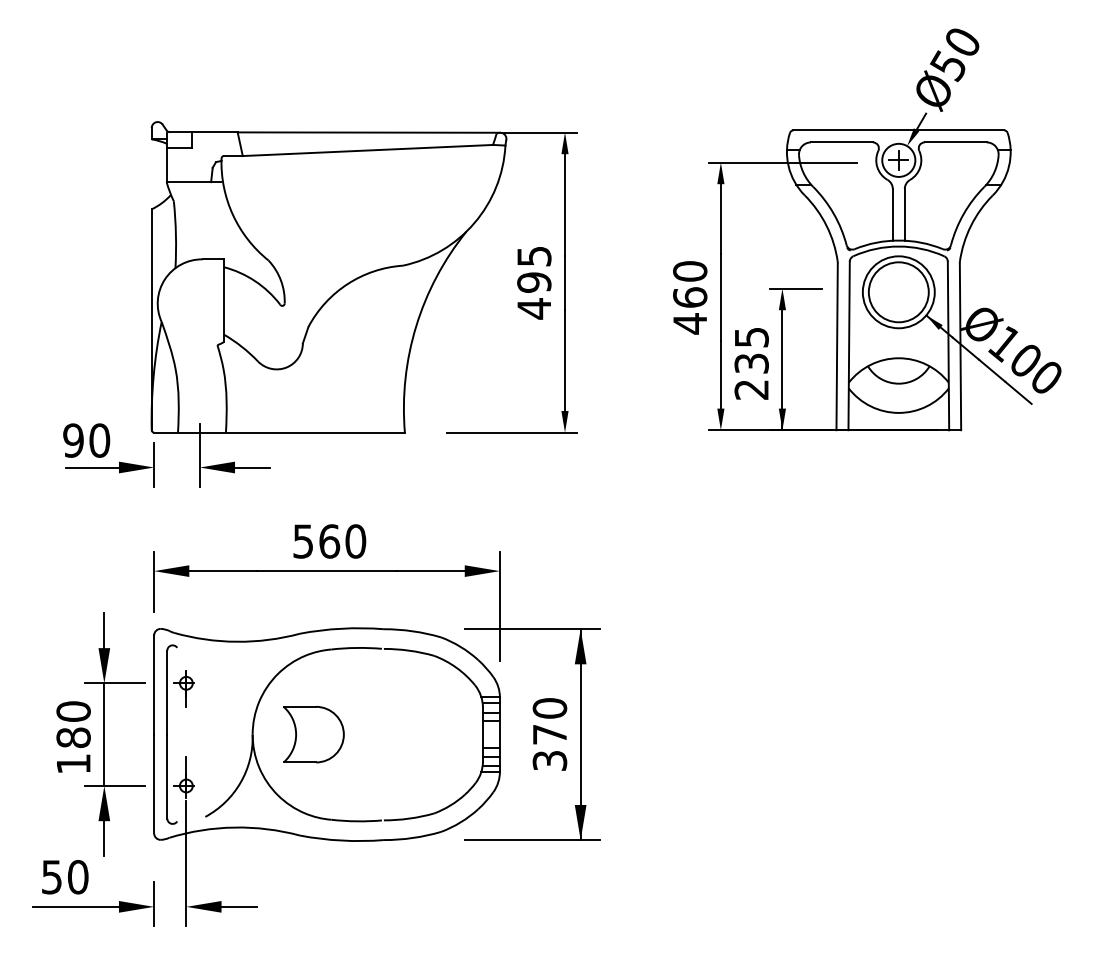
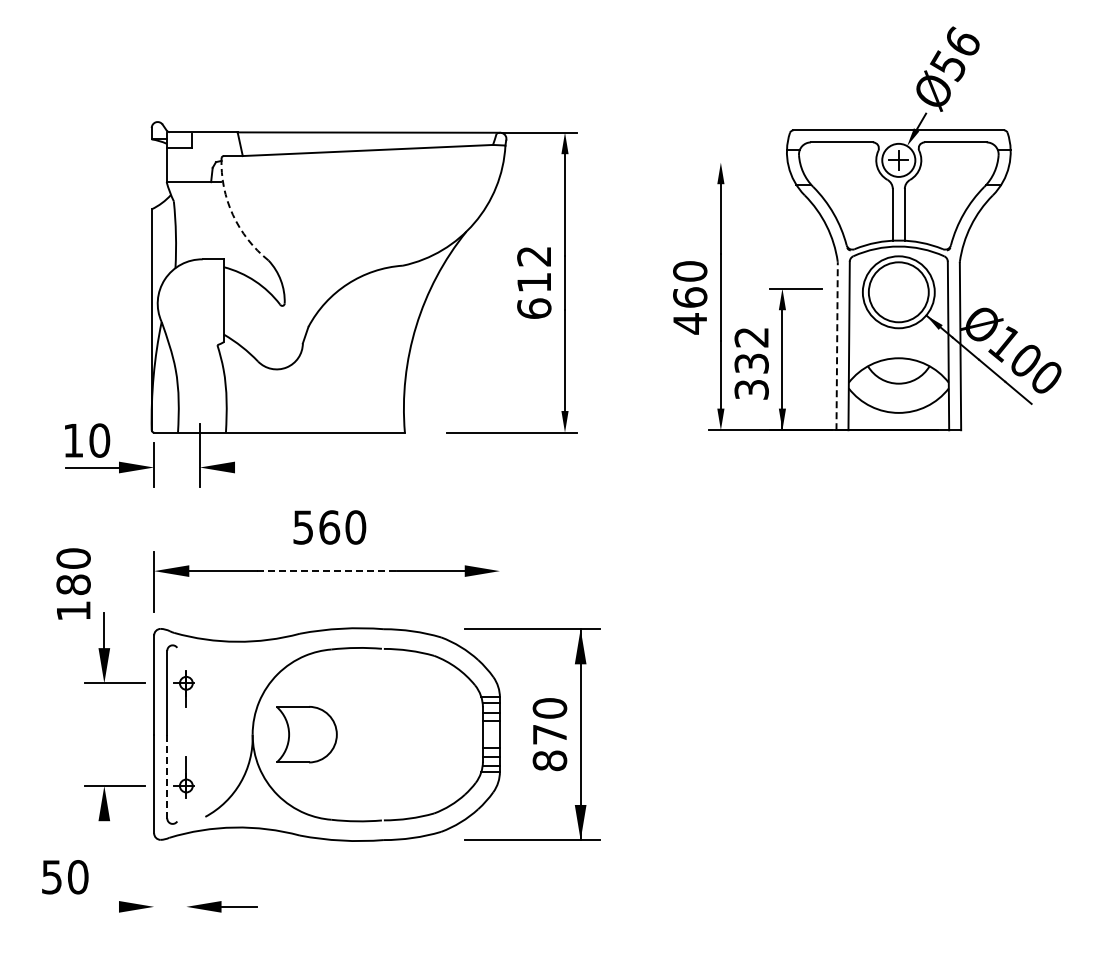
text at (962, 40): Ø50 -> Ø56
line at (782, 162): present -> none
arc at (232, 214): solid -> dashed
text at (534, 283): 495 -> 612
line at (837, 346): solid -> dashed
text at (751, 363): 235 -> 332
text at (73, 440): 90 -> 10
line at (252, 467): present -> none
text at (329, 541) position: (329, 541) -> (329, 527)
line at (327, 571): solid -> dashed
line at (499, 606): present -> none
line at (104, 734): present -> none
part at (313, 734) position: (313, 734) -> (306, 734)
text at (73, 736) position: (73, 736) -> (73, 583)
text at (549, 760): 370 -> 870
line at (167, 776): solid -> dashed
line at (104, 838): present -> none
line at (186, 863): present -> none
line at (154, 904): present -> none
line at (75, 906): present -> none
